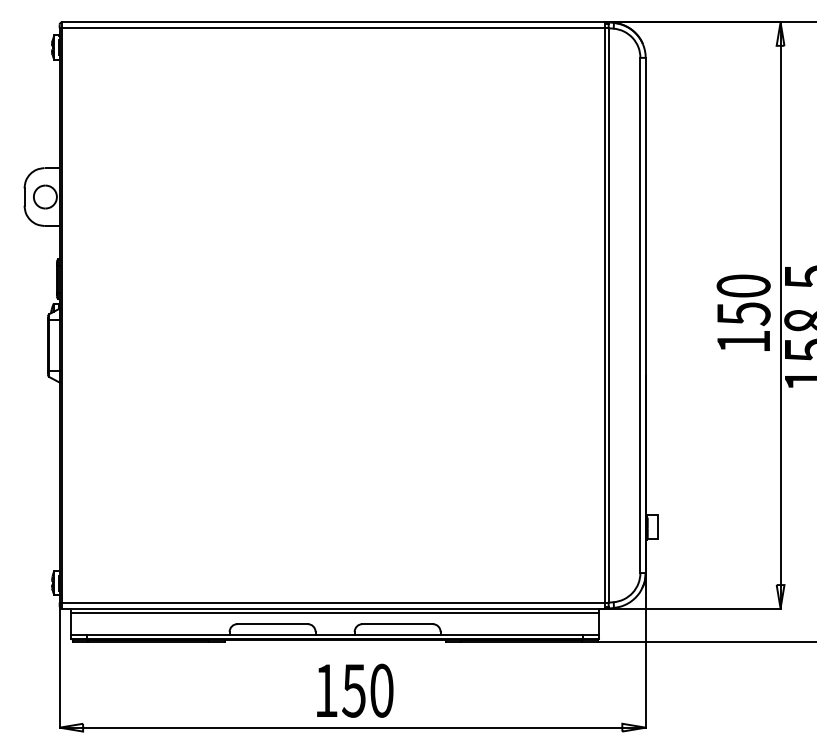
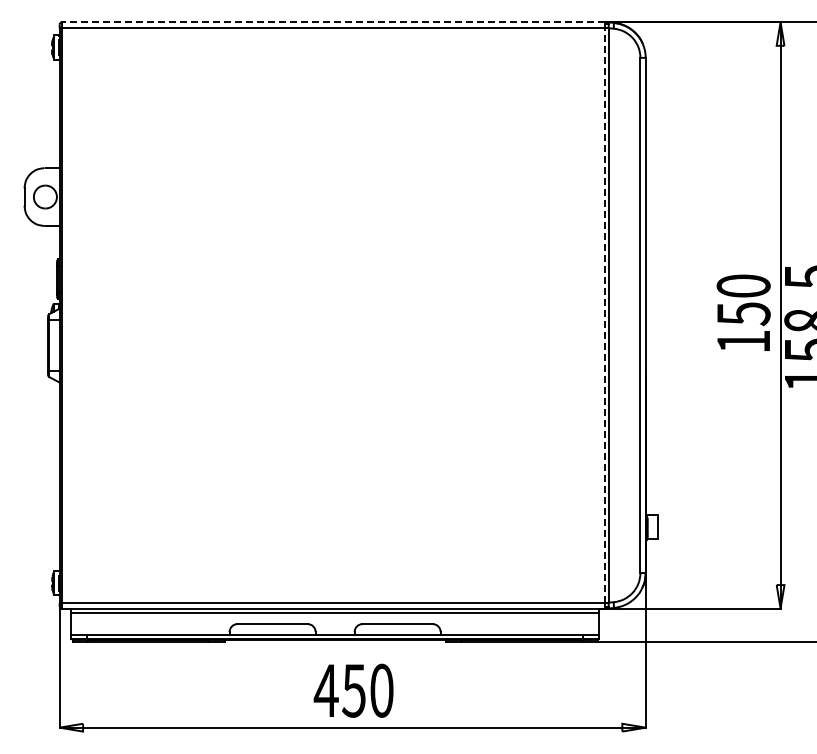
line at (332, 22): solid -> dashed
line at (604, 314): solid -> dashed
text at (325, 690): 150 -> 450
